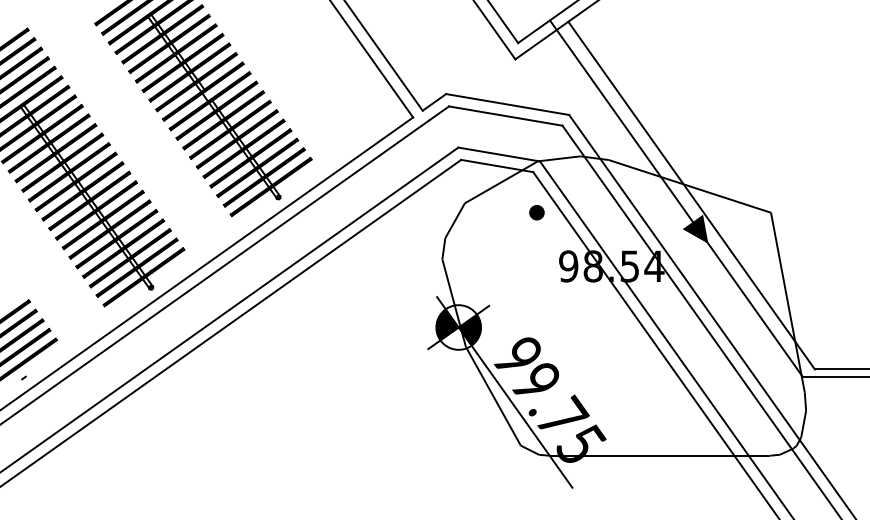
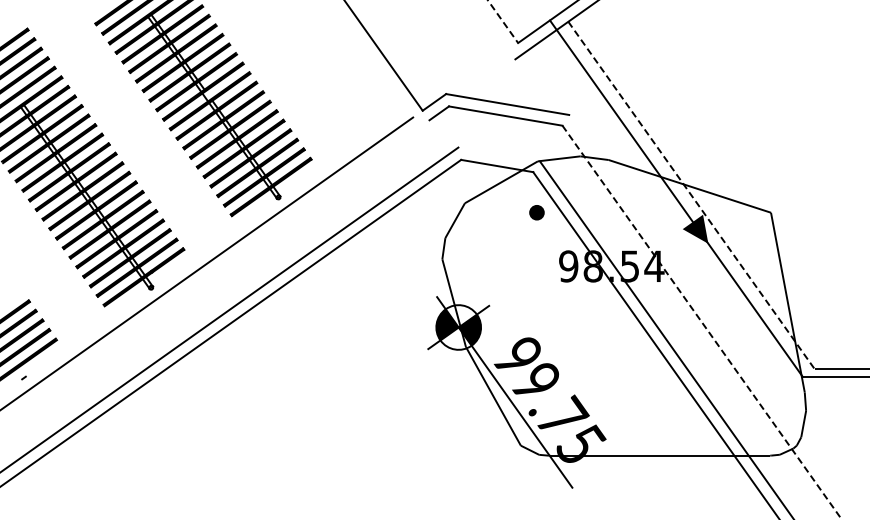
line at (503, 21): solid -> dashed
line at (494, 30): present -> none
line at (372, 59): present -> none
line at (499, 154): present -> none
line at (691, 196): solid -> dashed
line at (215, 271): present -> none
line at (711, 315): present -> none
line at (702, 323): solid -> dashed
